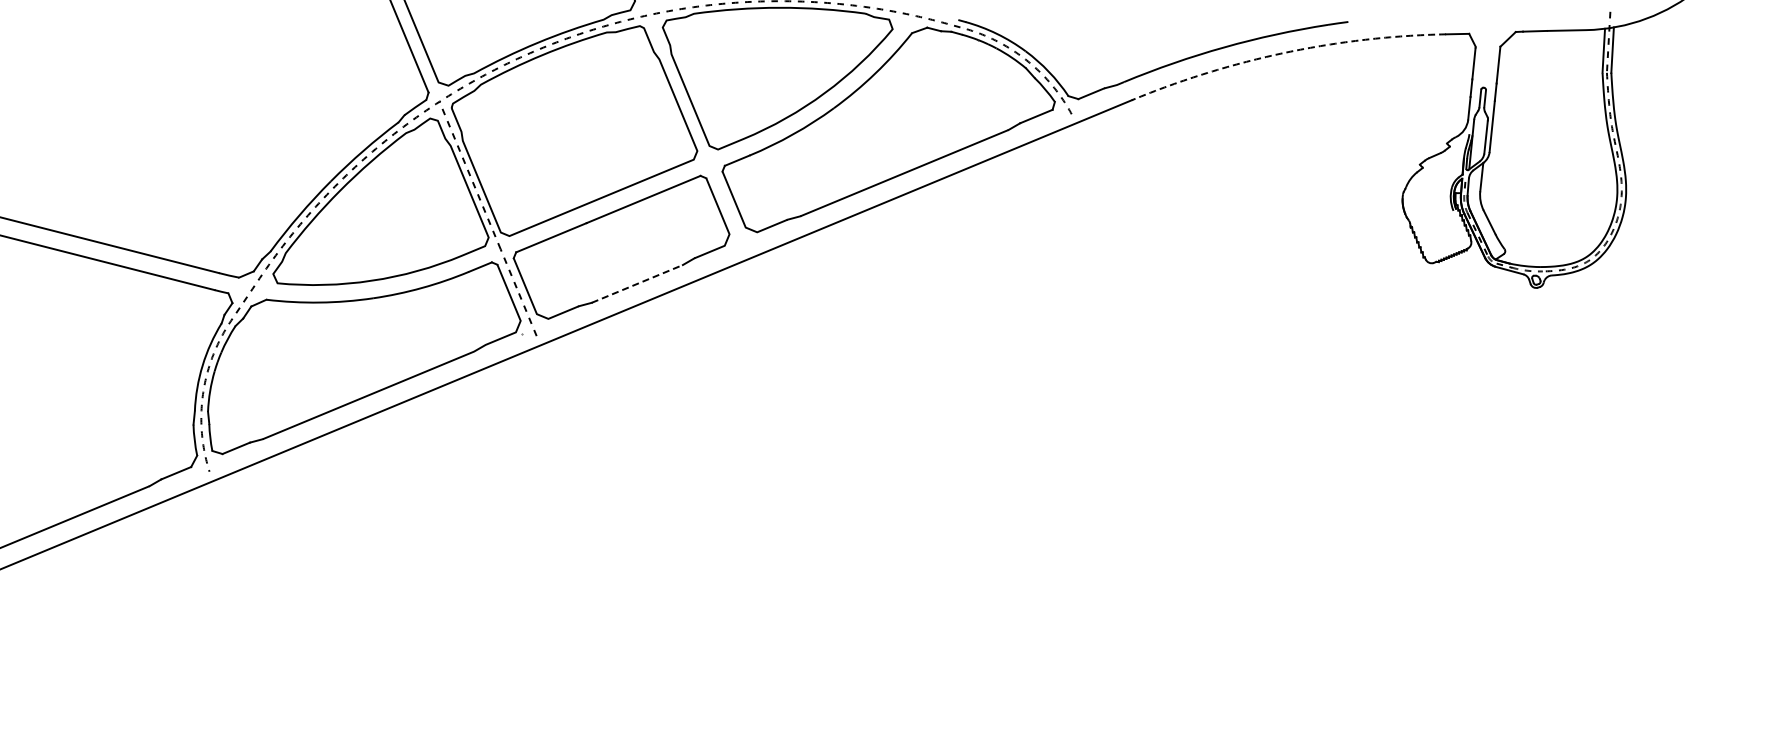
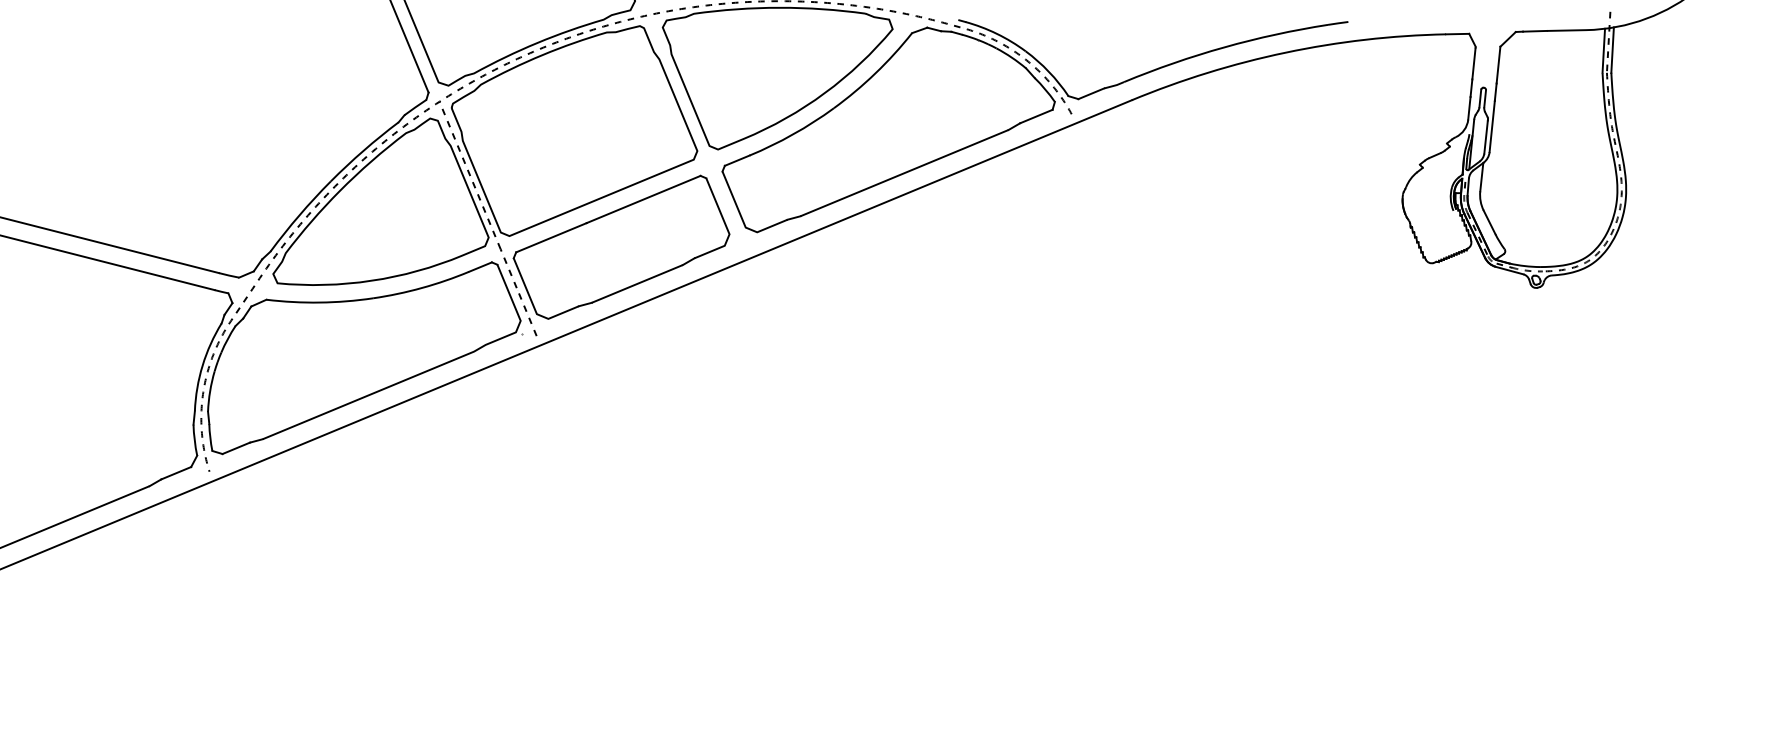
arc at (1285, 52): dashed -> solid
line at (637, 283): dashed -> solid
